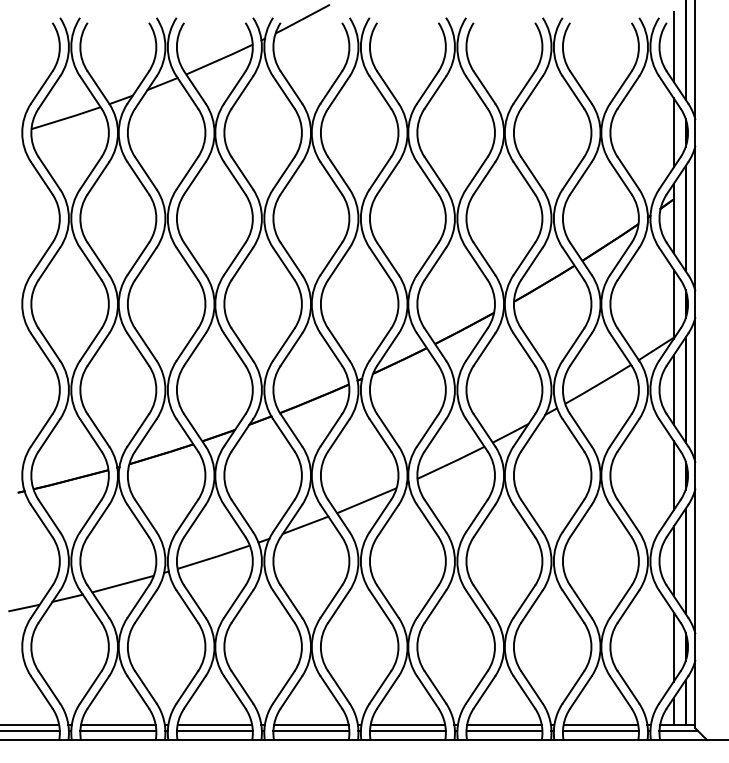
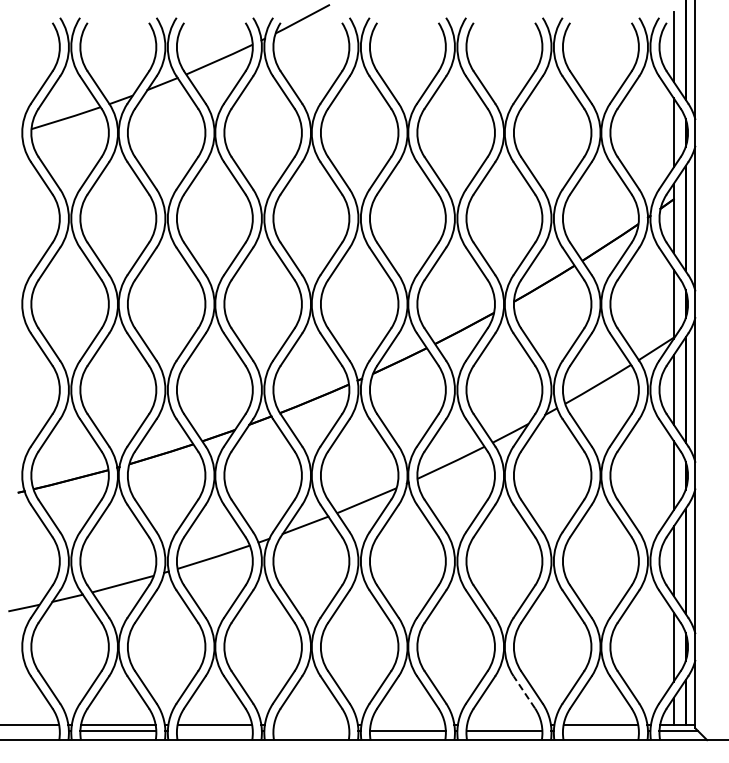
line at (524, 691): solid -> dashed
line at (311, 725): present -> none
line at (407, 725): present -> none
line at (504, 725): present -> none
line at (30, 730): present -> none
line at (214, 730): present -> none
line at (311, 730): present -> none
line at (600, 730): present -> none
